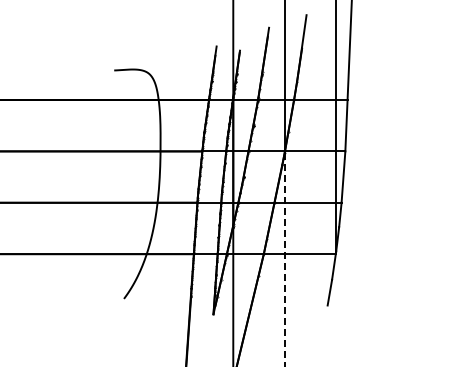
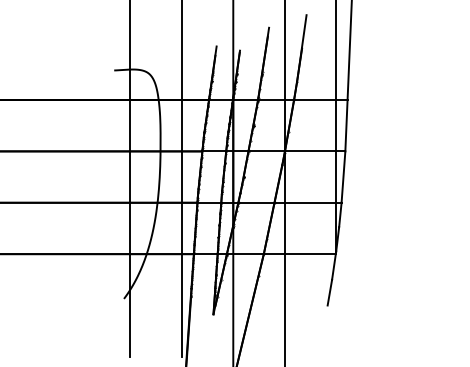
line at (130, 179): none -> present
line at (181, 179): none -> present
line at (284, 259): dashed -> solid
